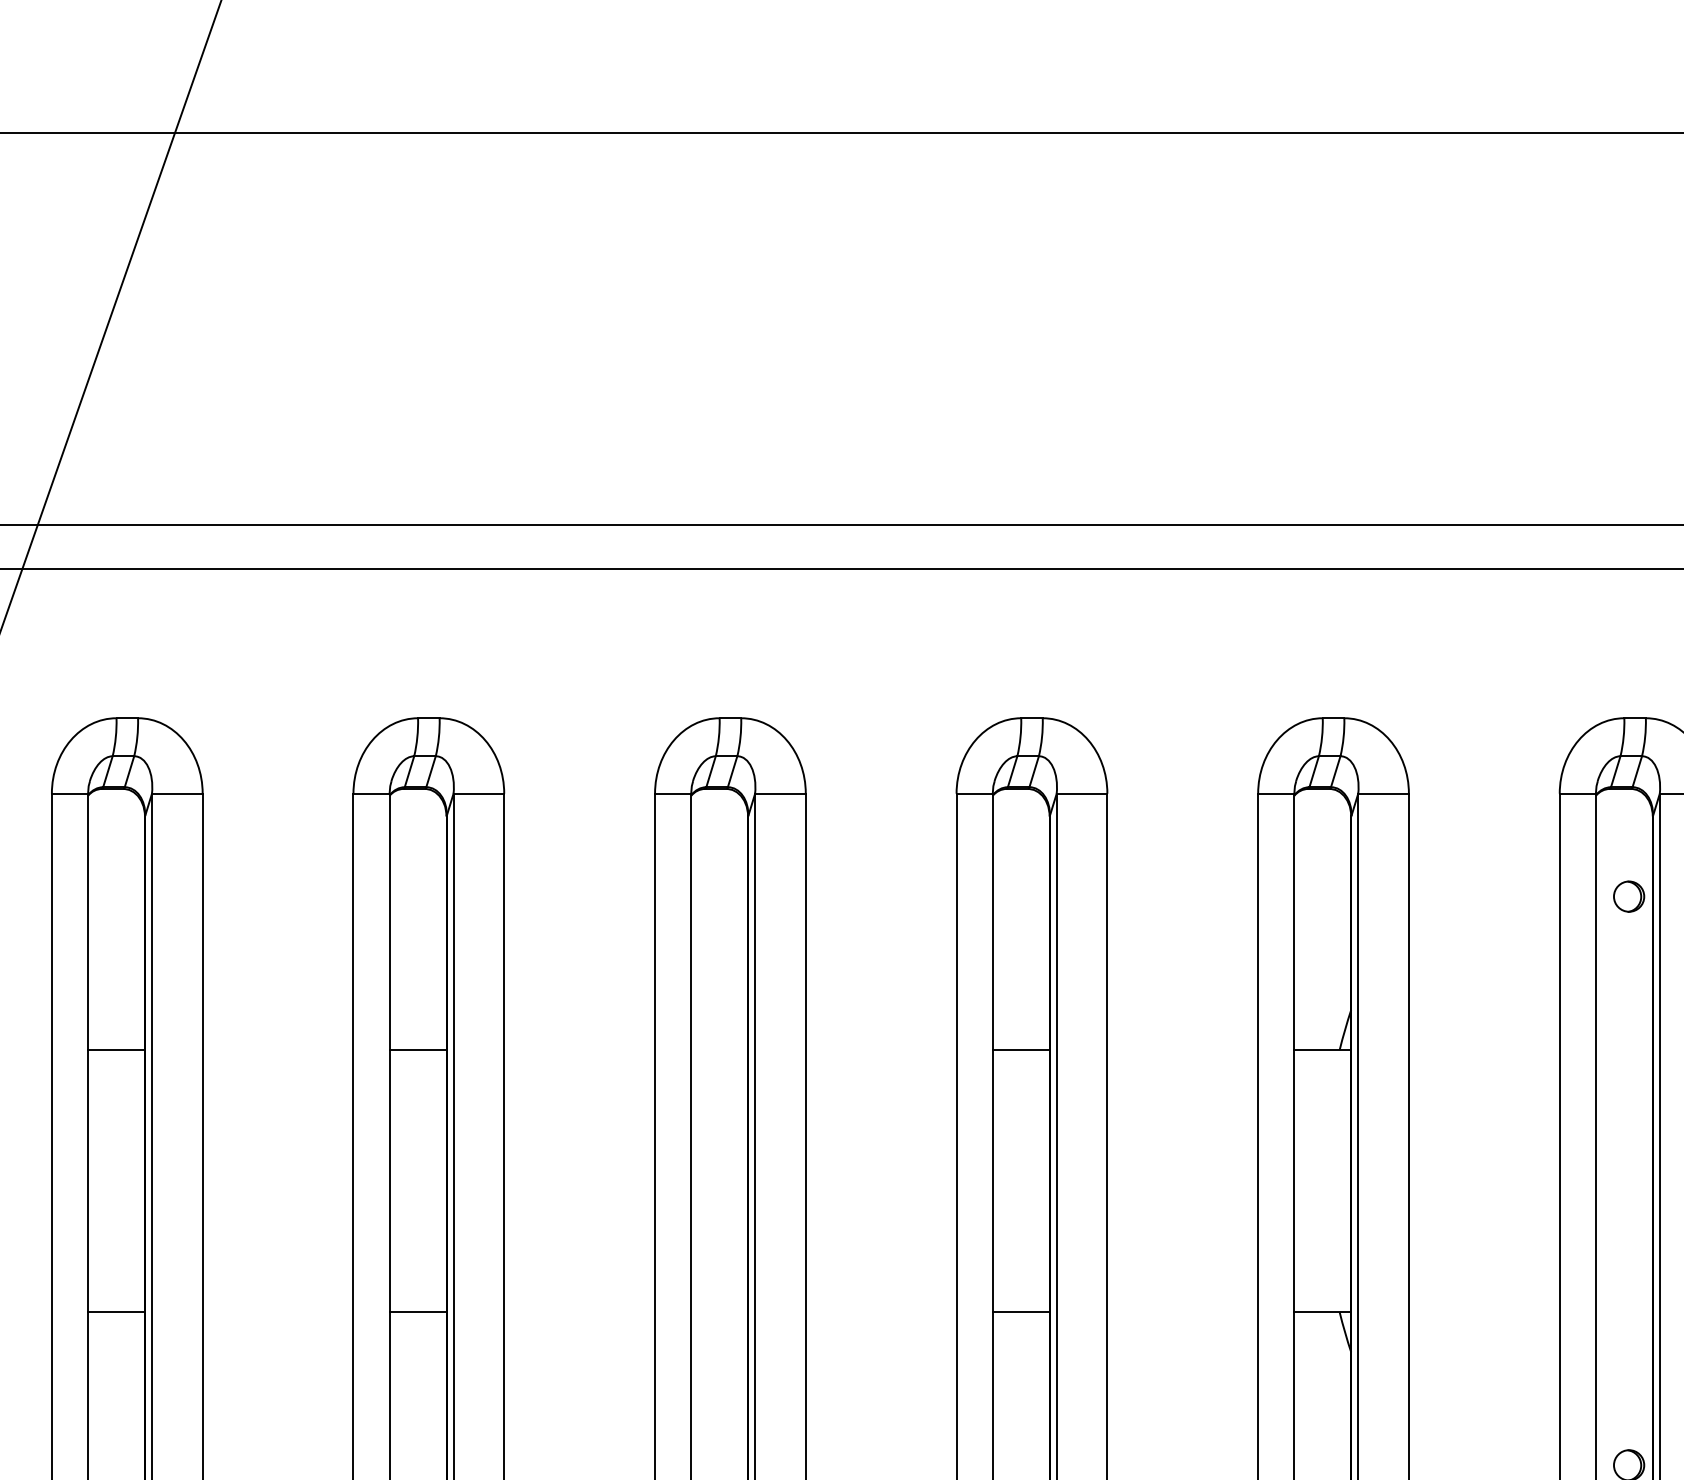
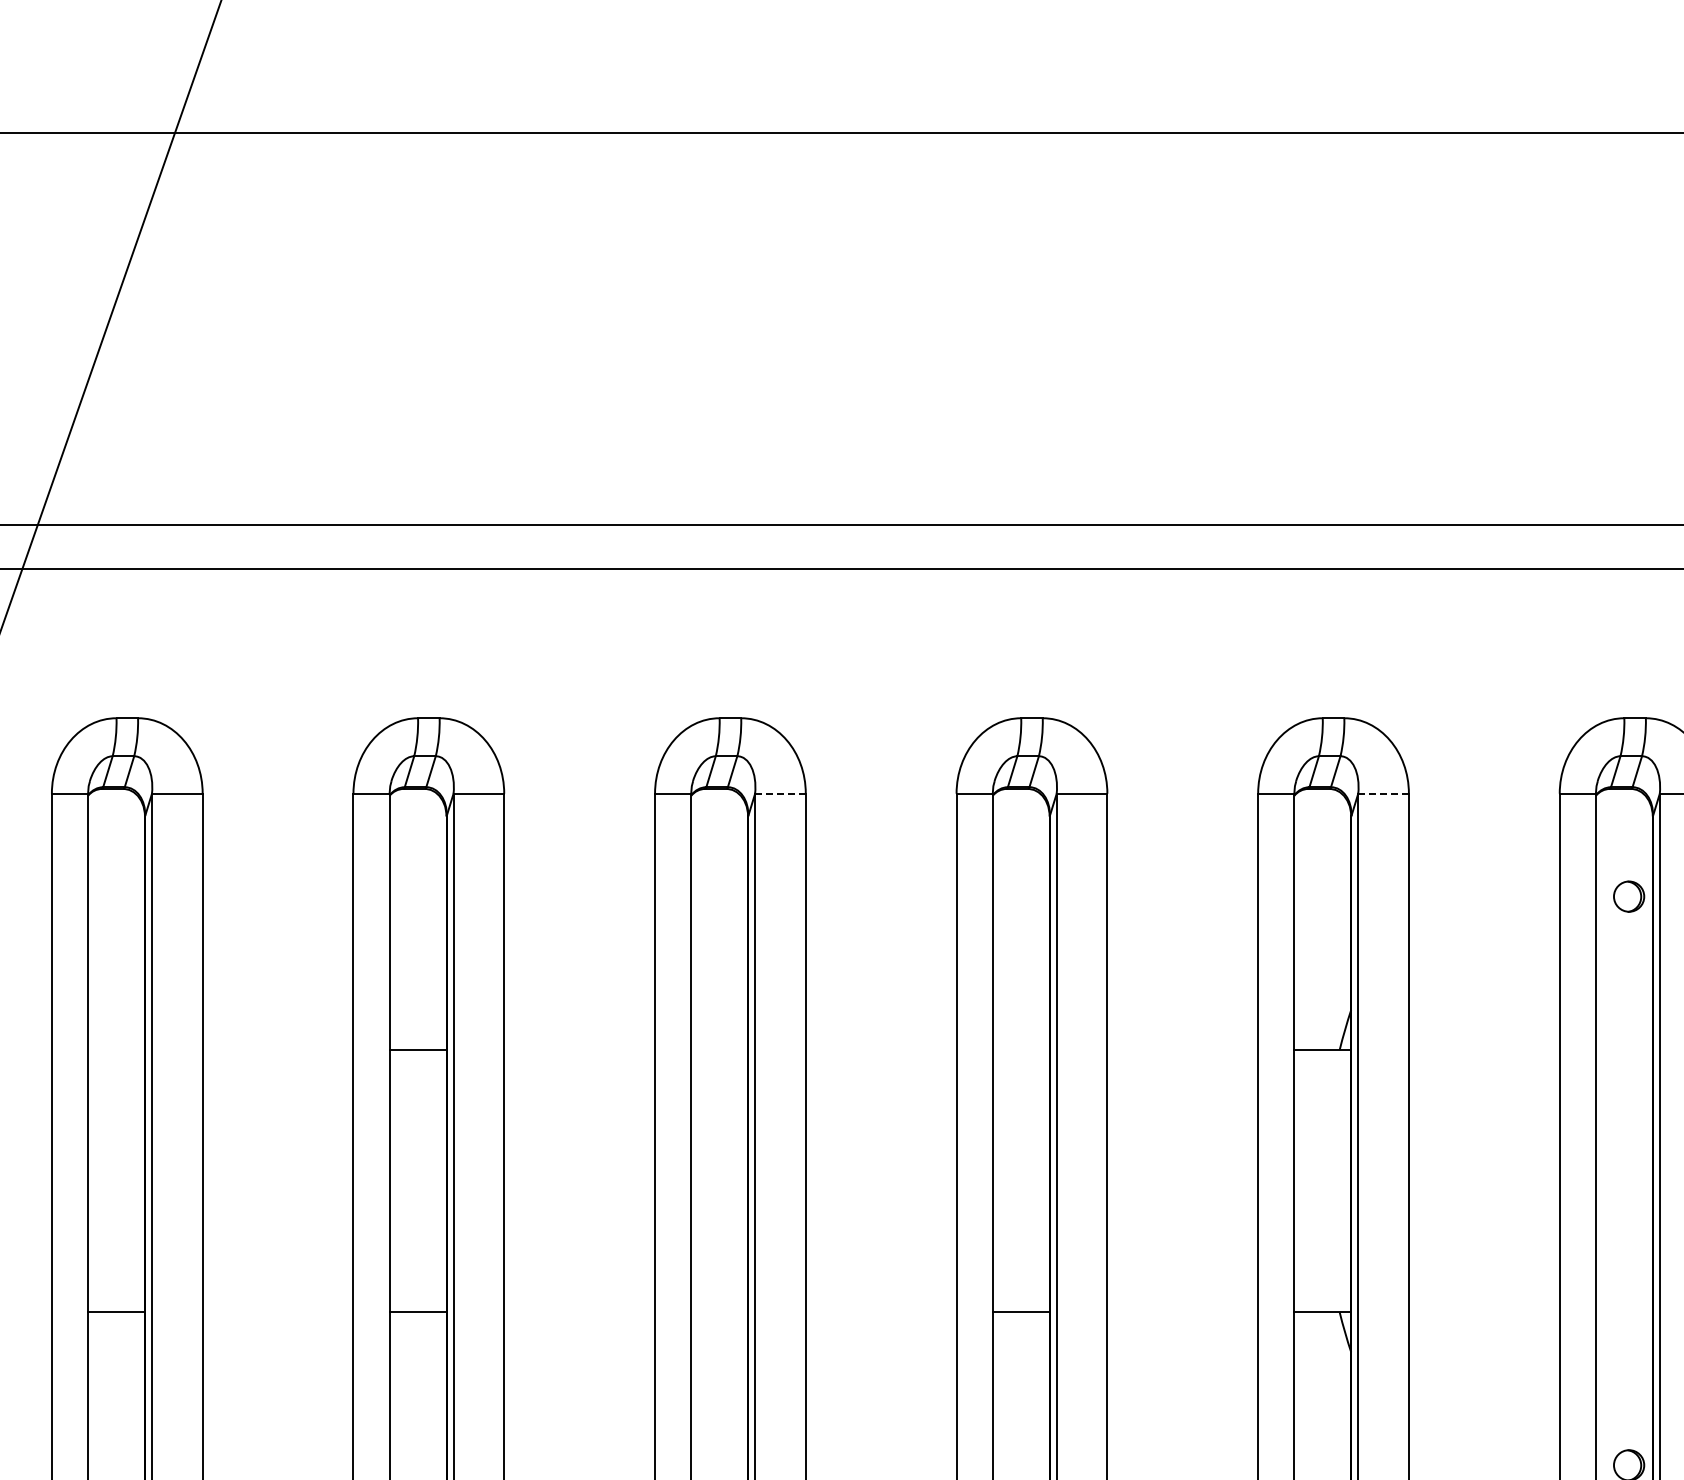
line at (779, 793): solid -> dashed
line at (1383, 793): solid -> dashed
line at (116, 1049): present -> none
line at (1020, 1049): present -> none
